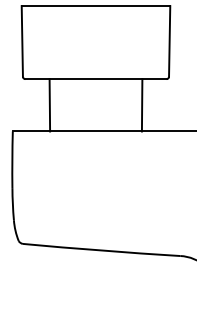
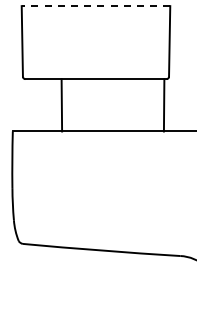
line at (95, 6): solid -> dashed
line at (49, 105) position: (49, 105) -> (61, 105)
line at (141, 105) position: (141, 105) -> (163, 105)
